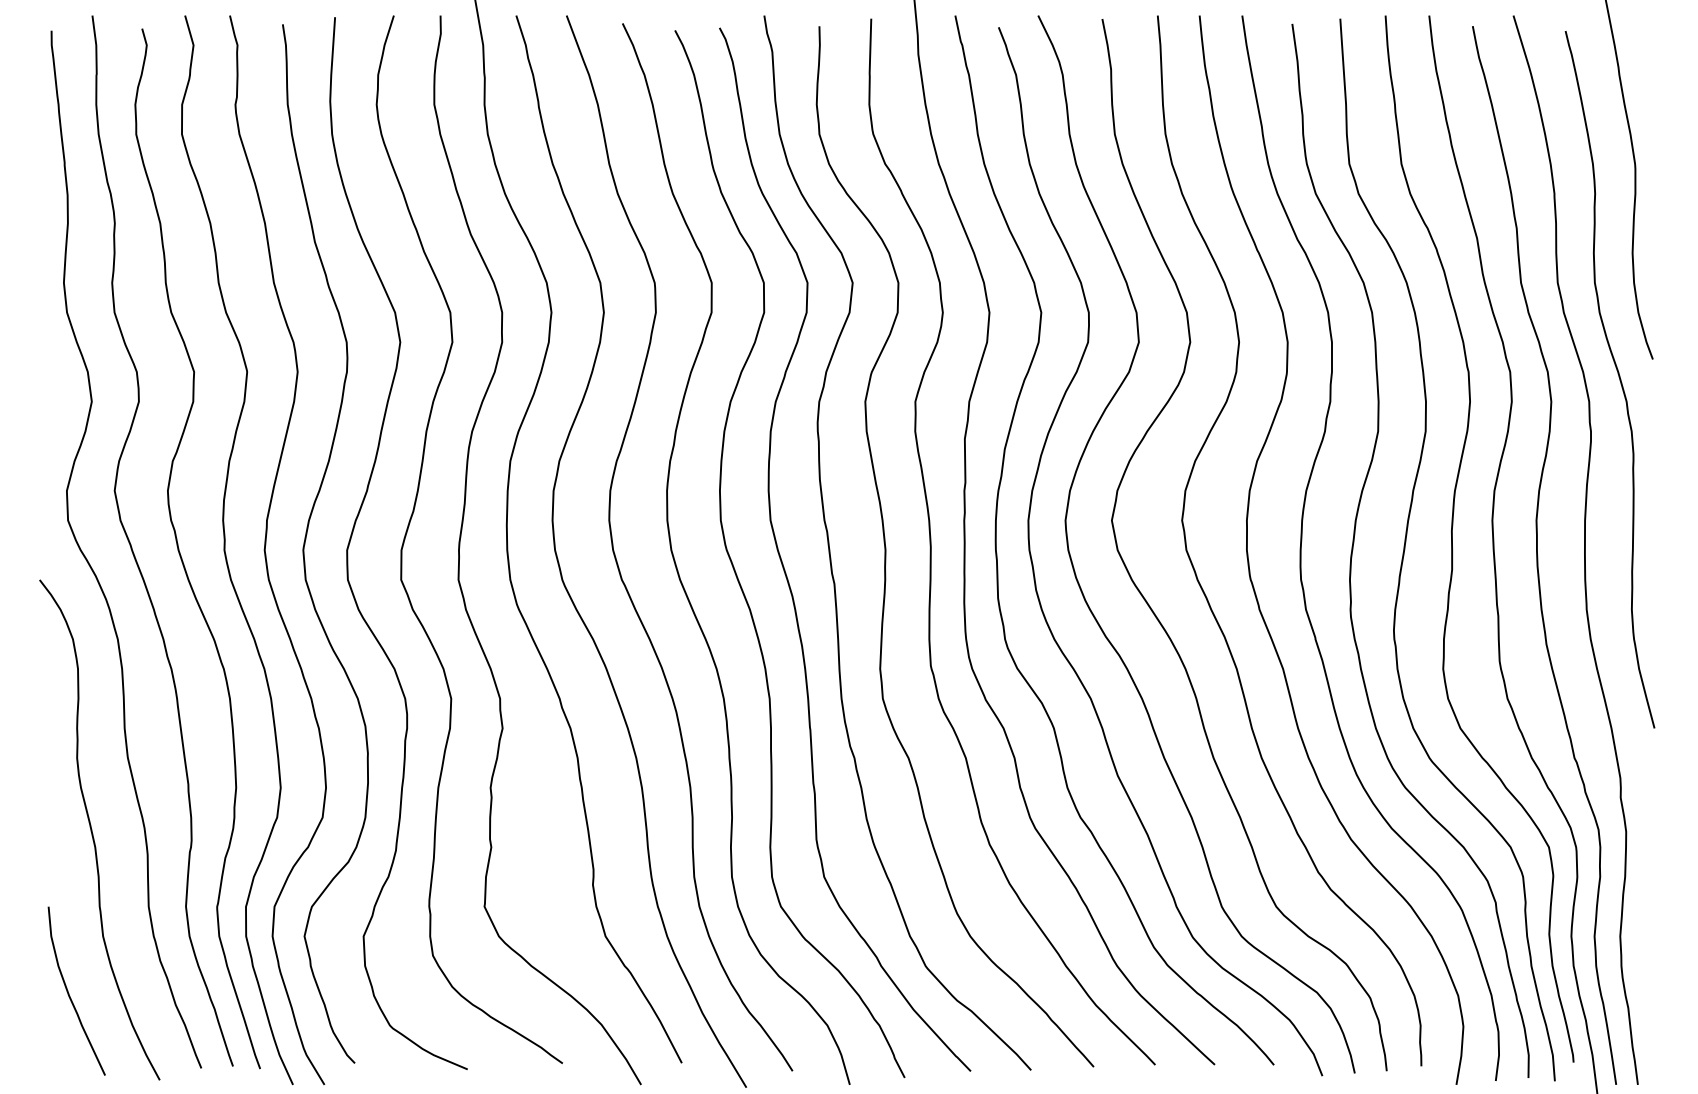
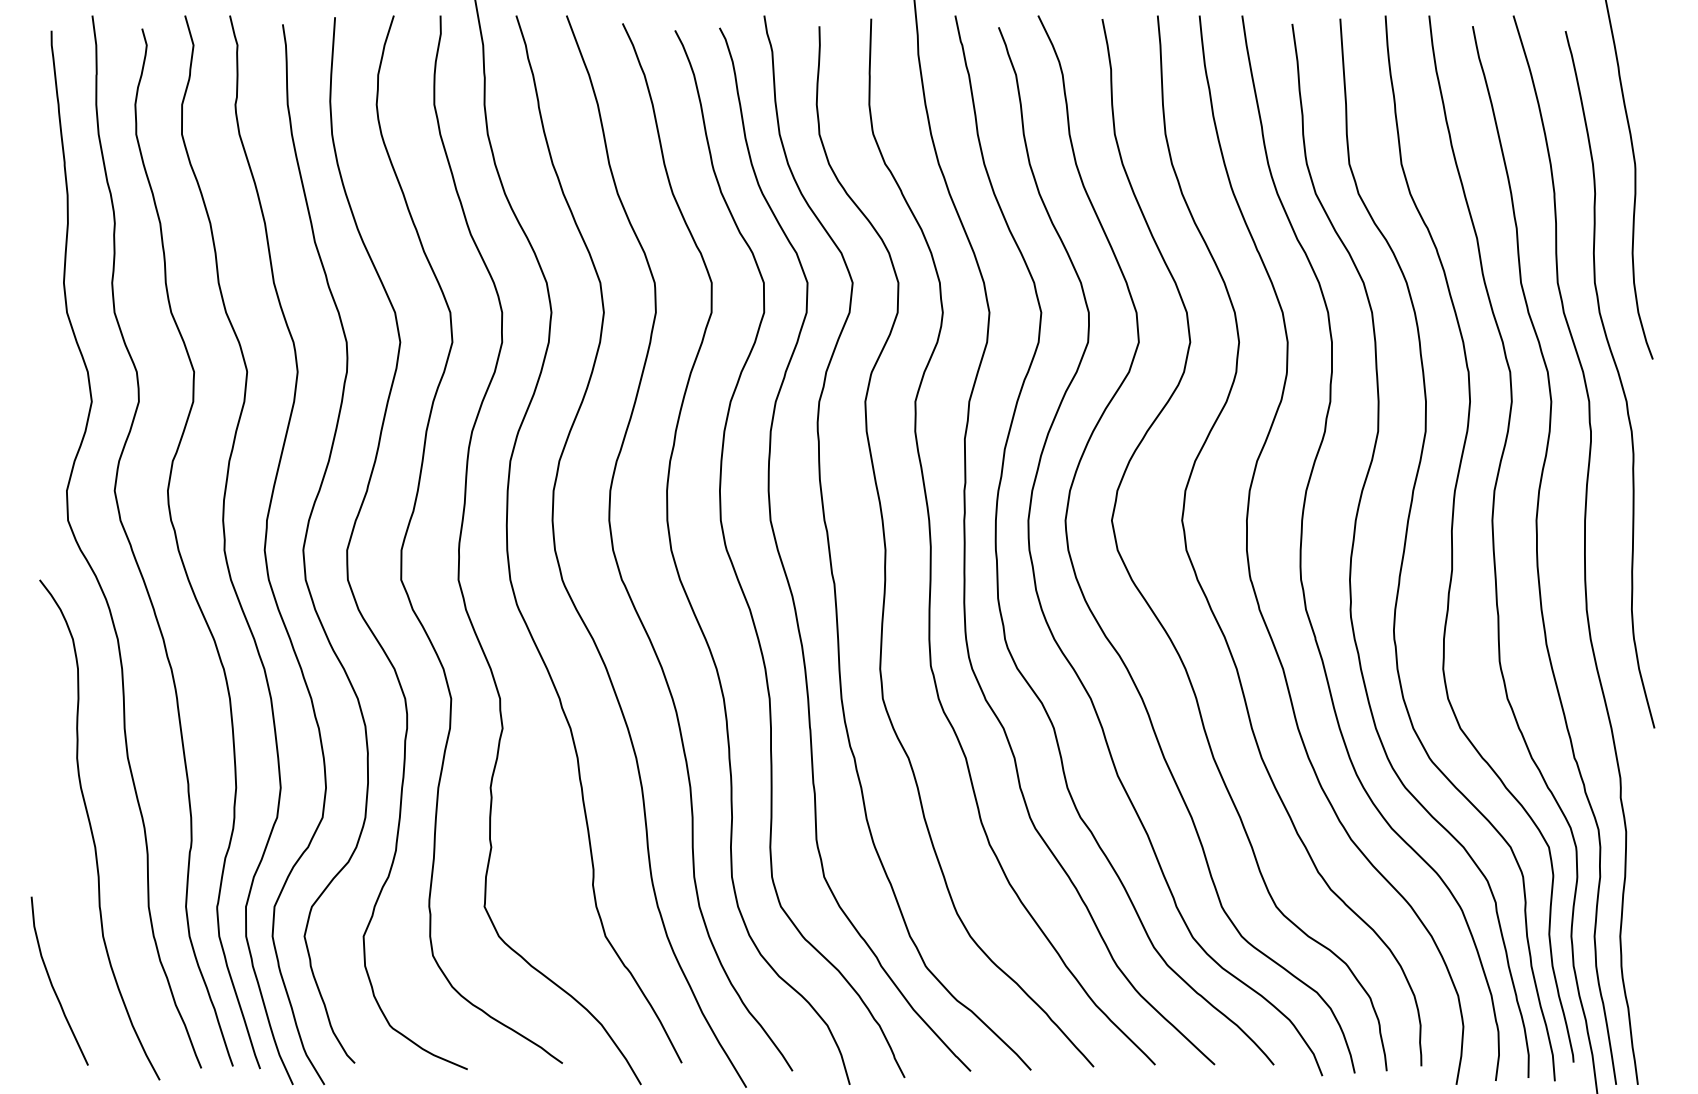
curve at (69, 993) position: (69, 993) -> (52, 983)
